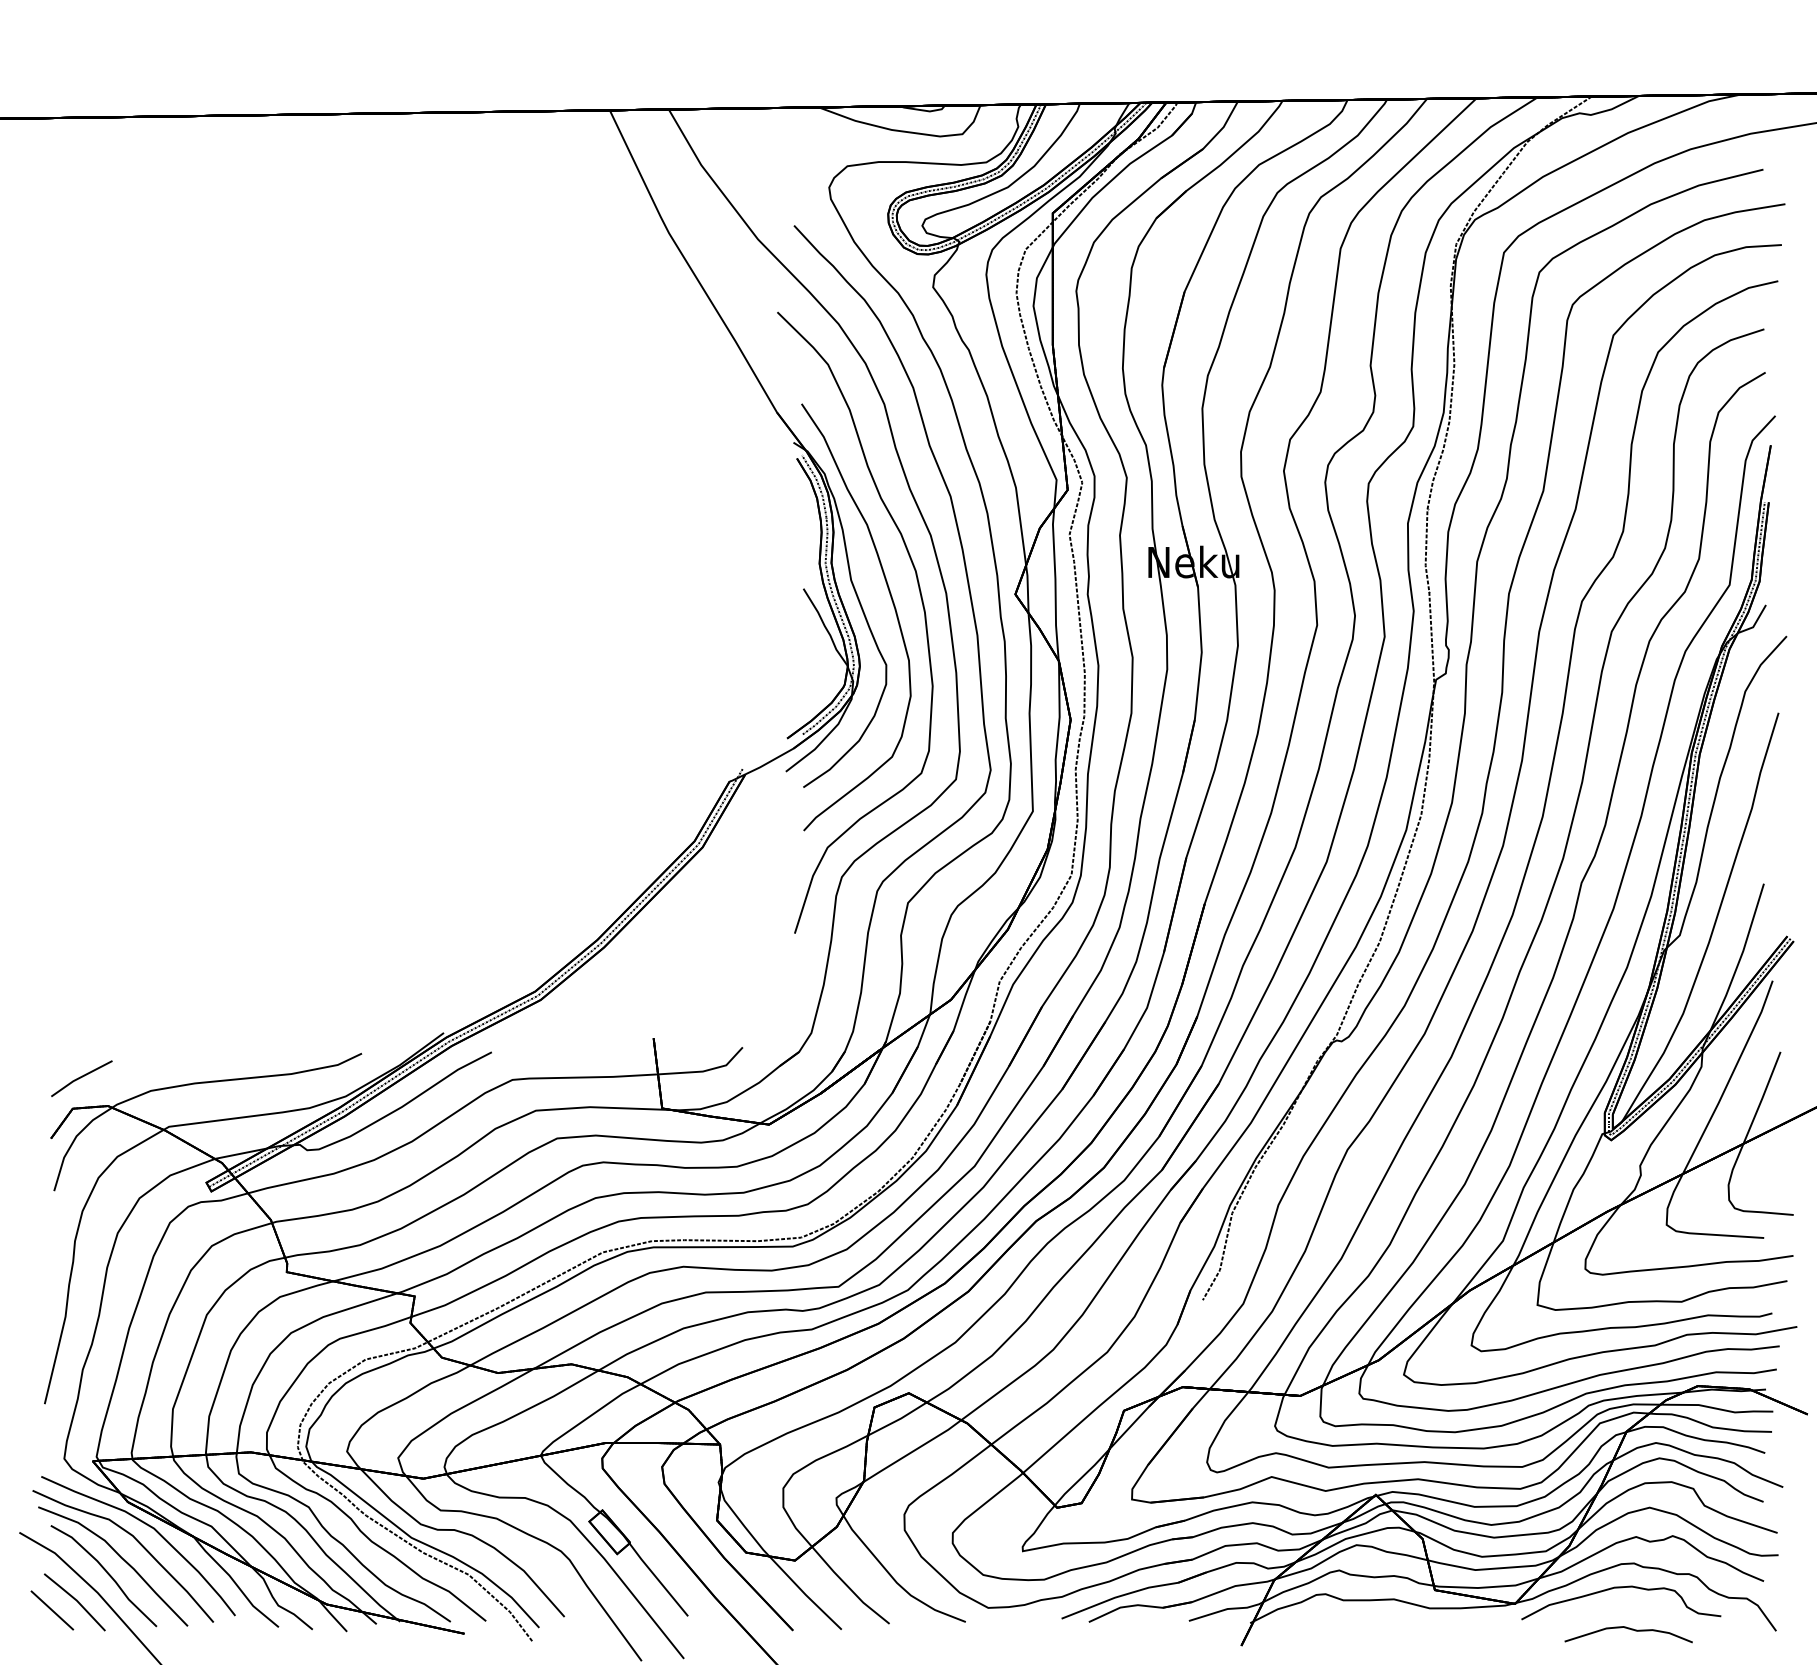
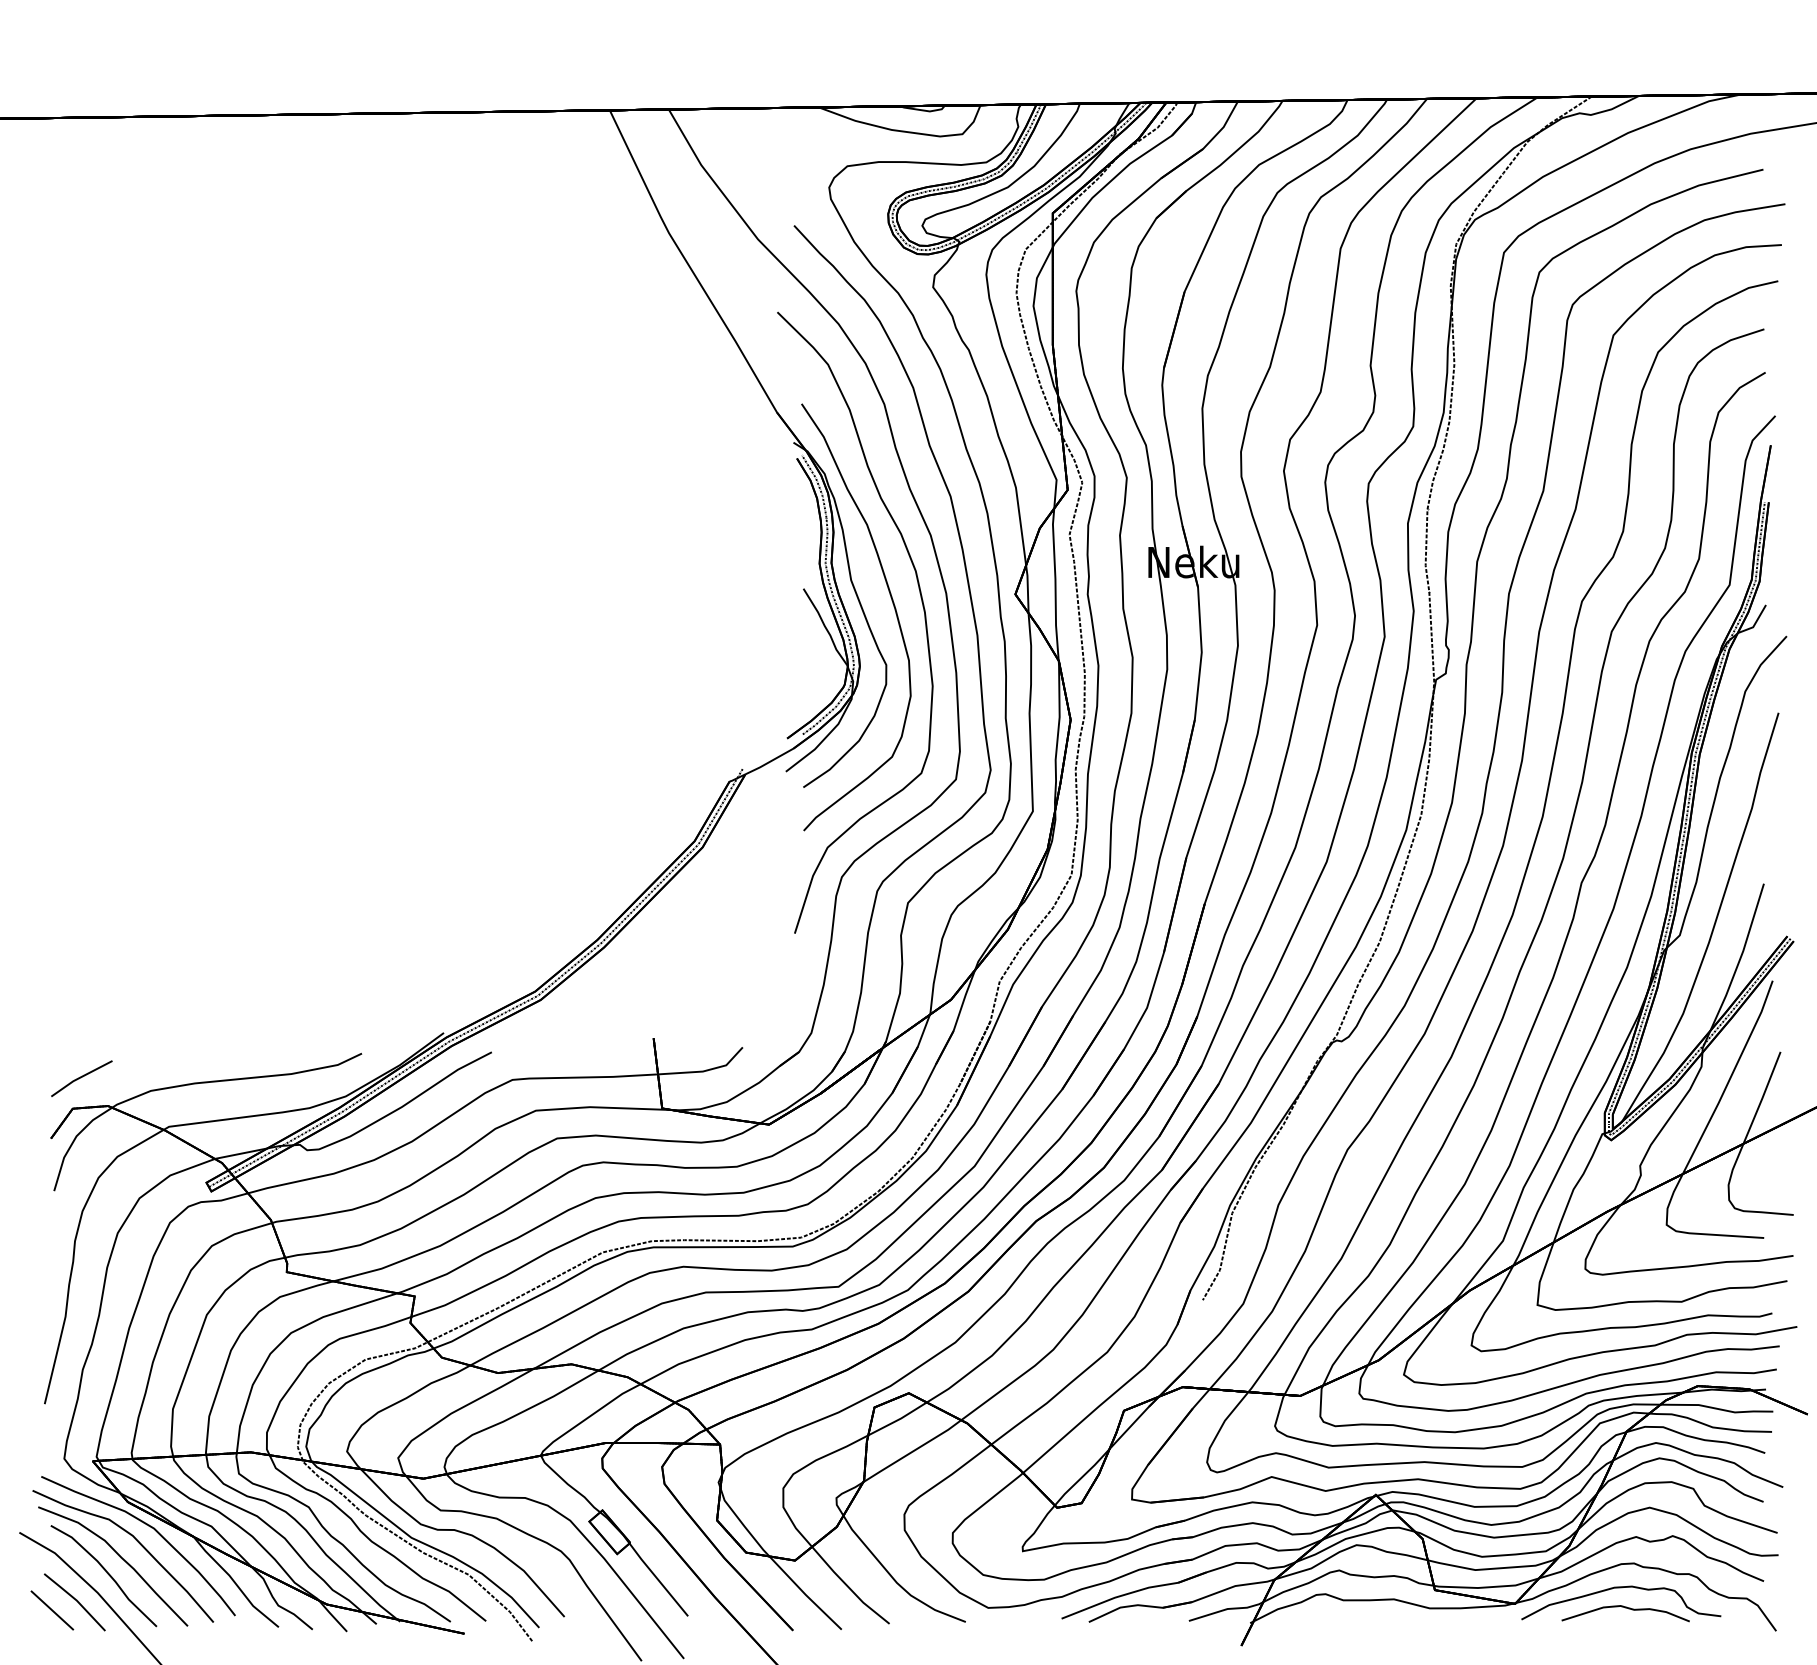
part at (1628, 1634) position: (1628, 1634) -> (1625, 1613)
